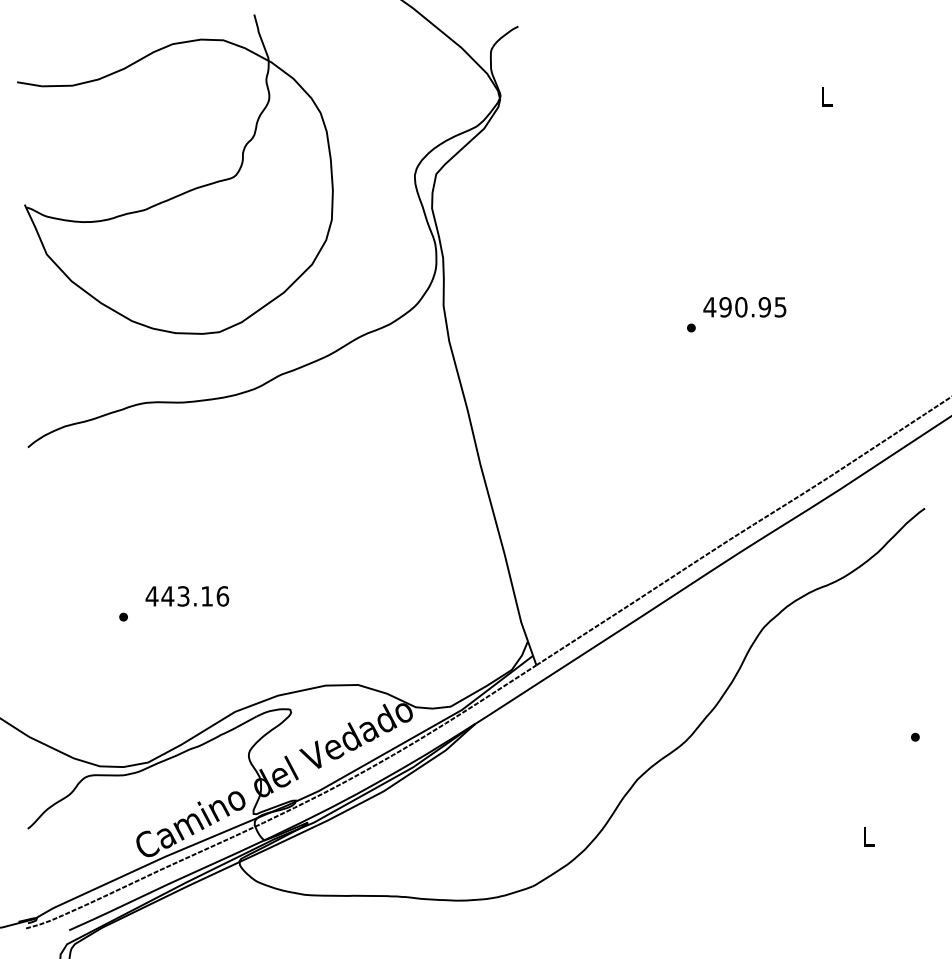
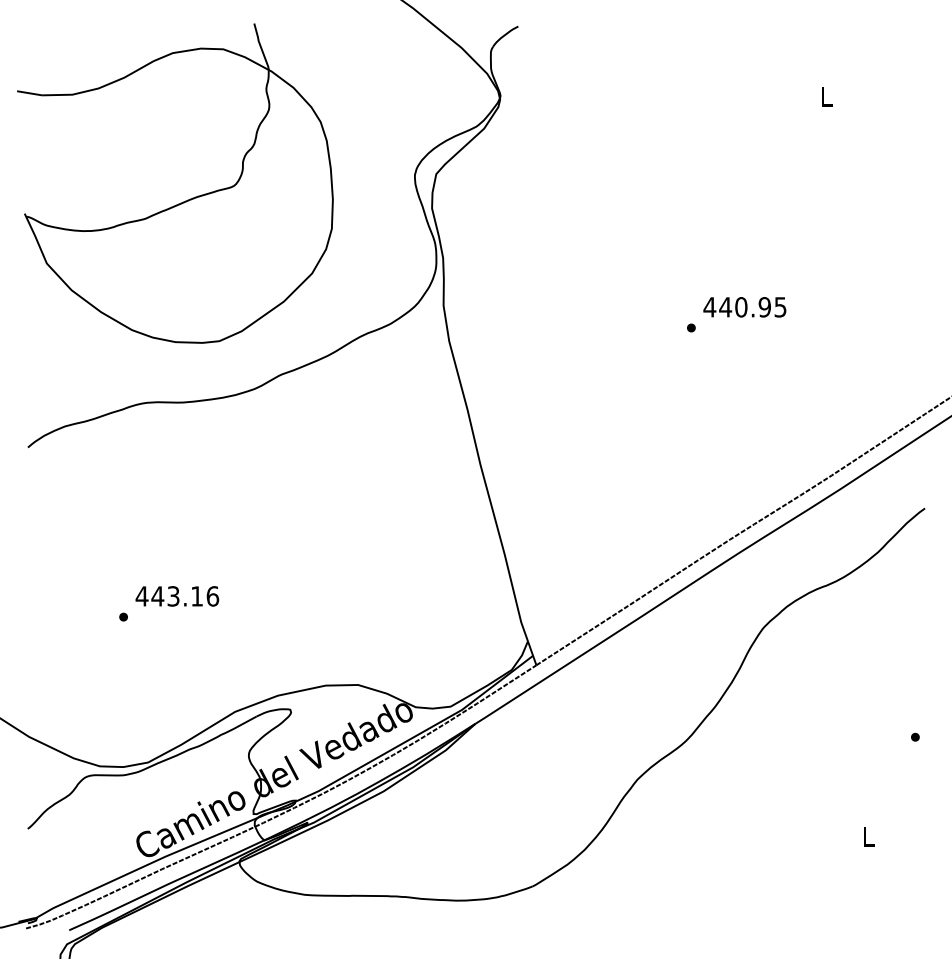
part at (180, 193) position: (180, 193) -> (180, 202)
text at (725, 307): 490.95 -> 440.95
text at (187, 596) position: (187, 596) -> (177, 596)
